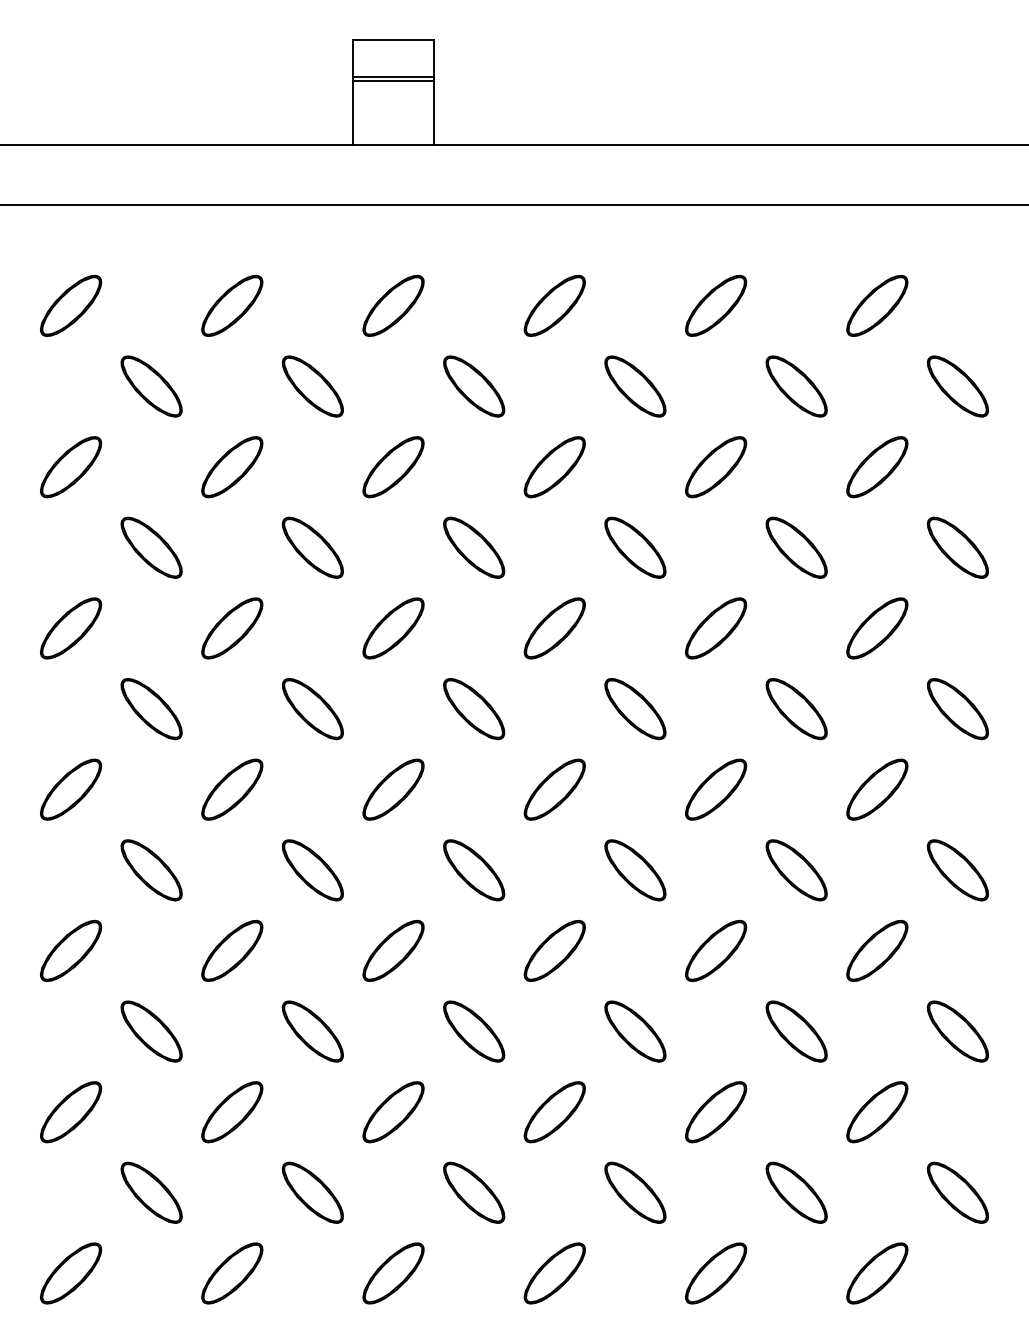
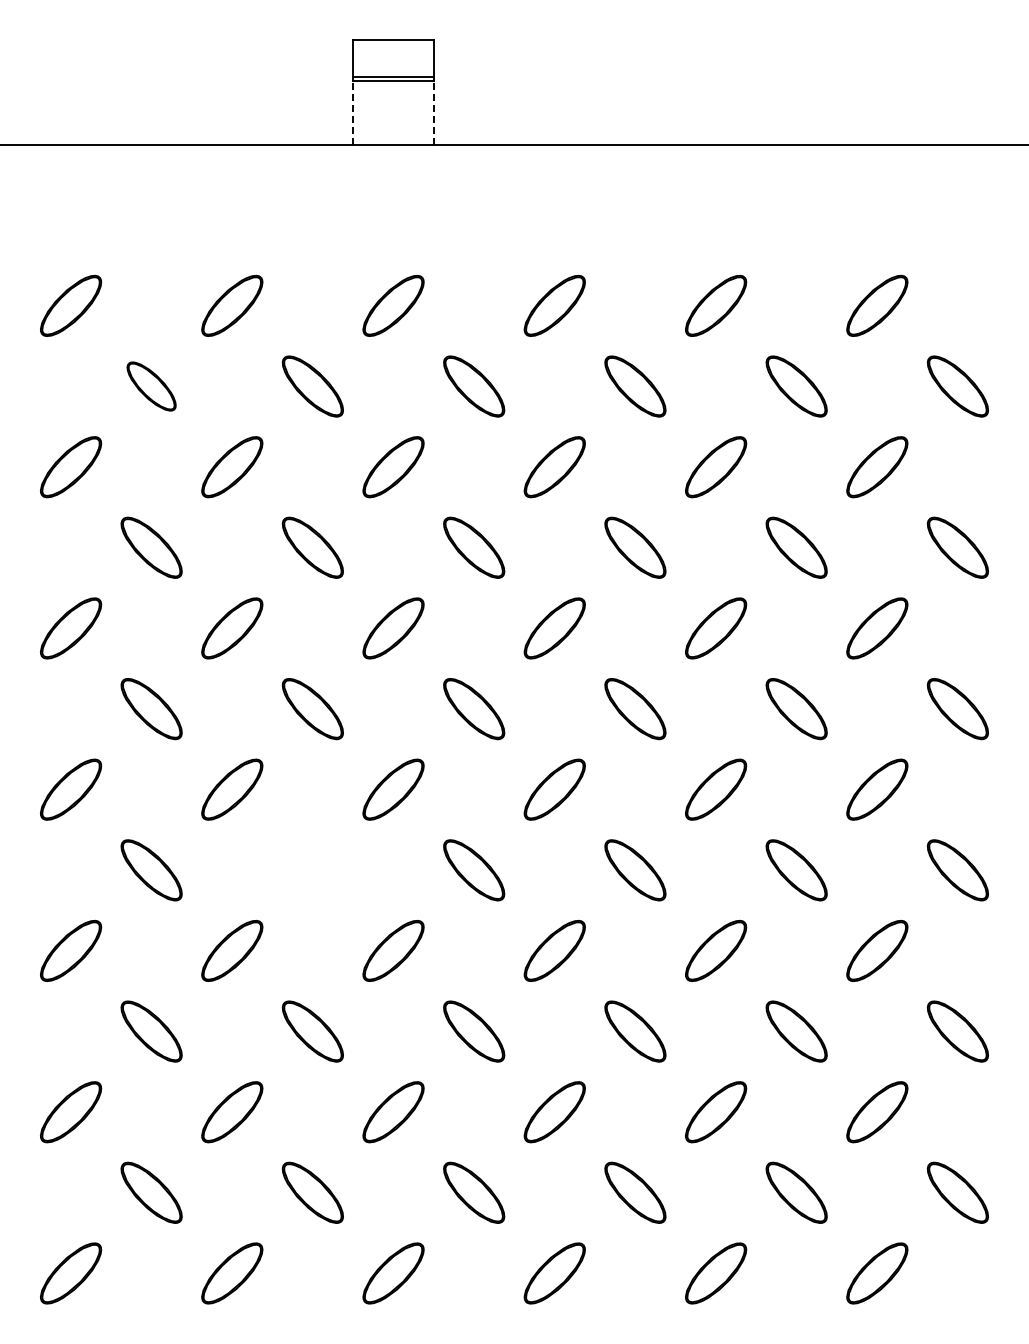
line at (353, 112): solid -> dashed
line at (433, 112): solid -> dashed
line at (513, 205): present -> none
part at (151, 386) size: 63x63 px -> 51x51 px
part at (312, 870): present -> none
